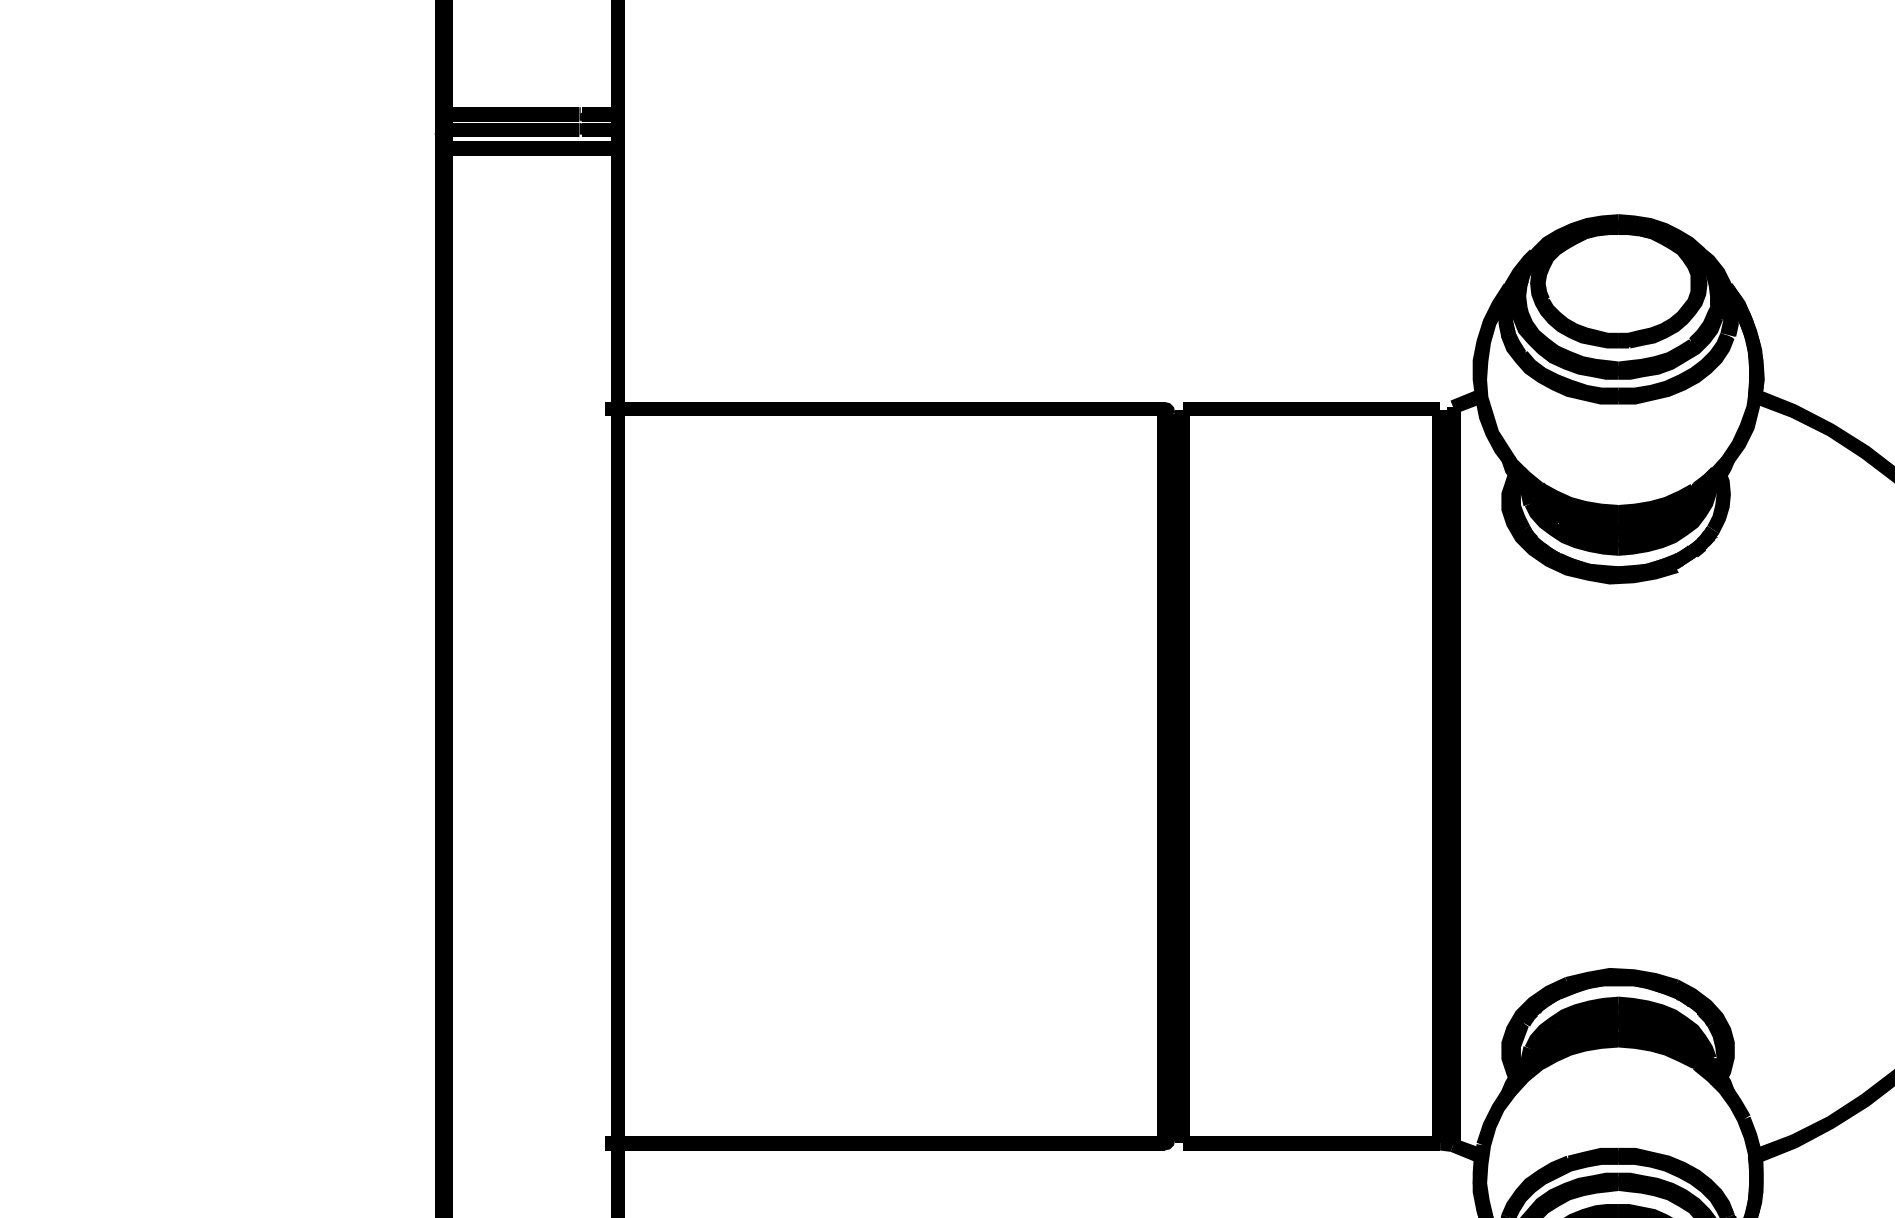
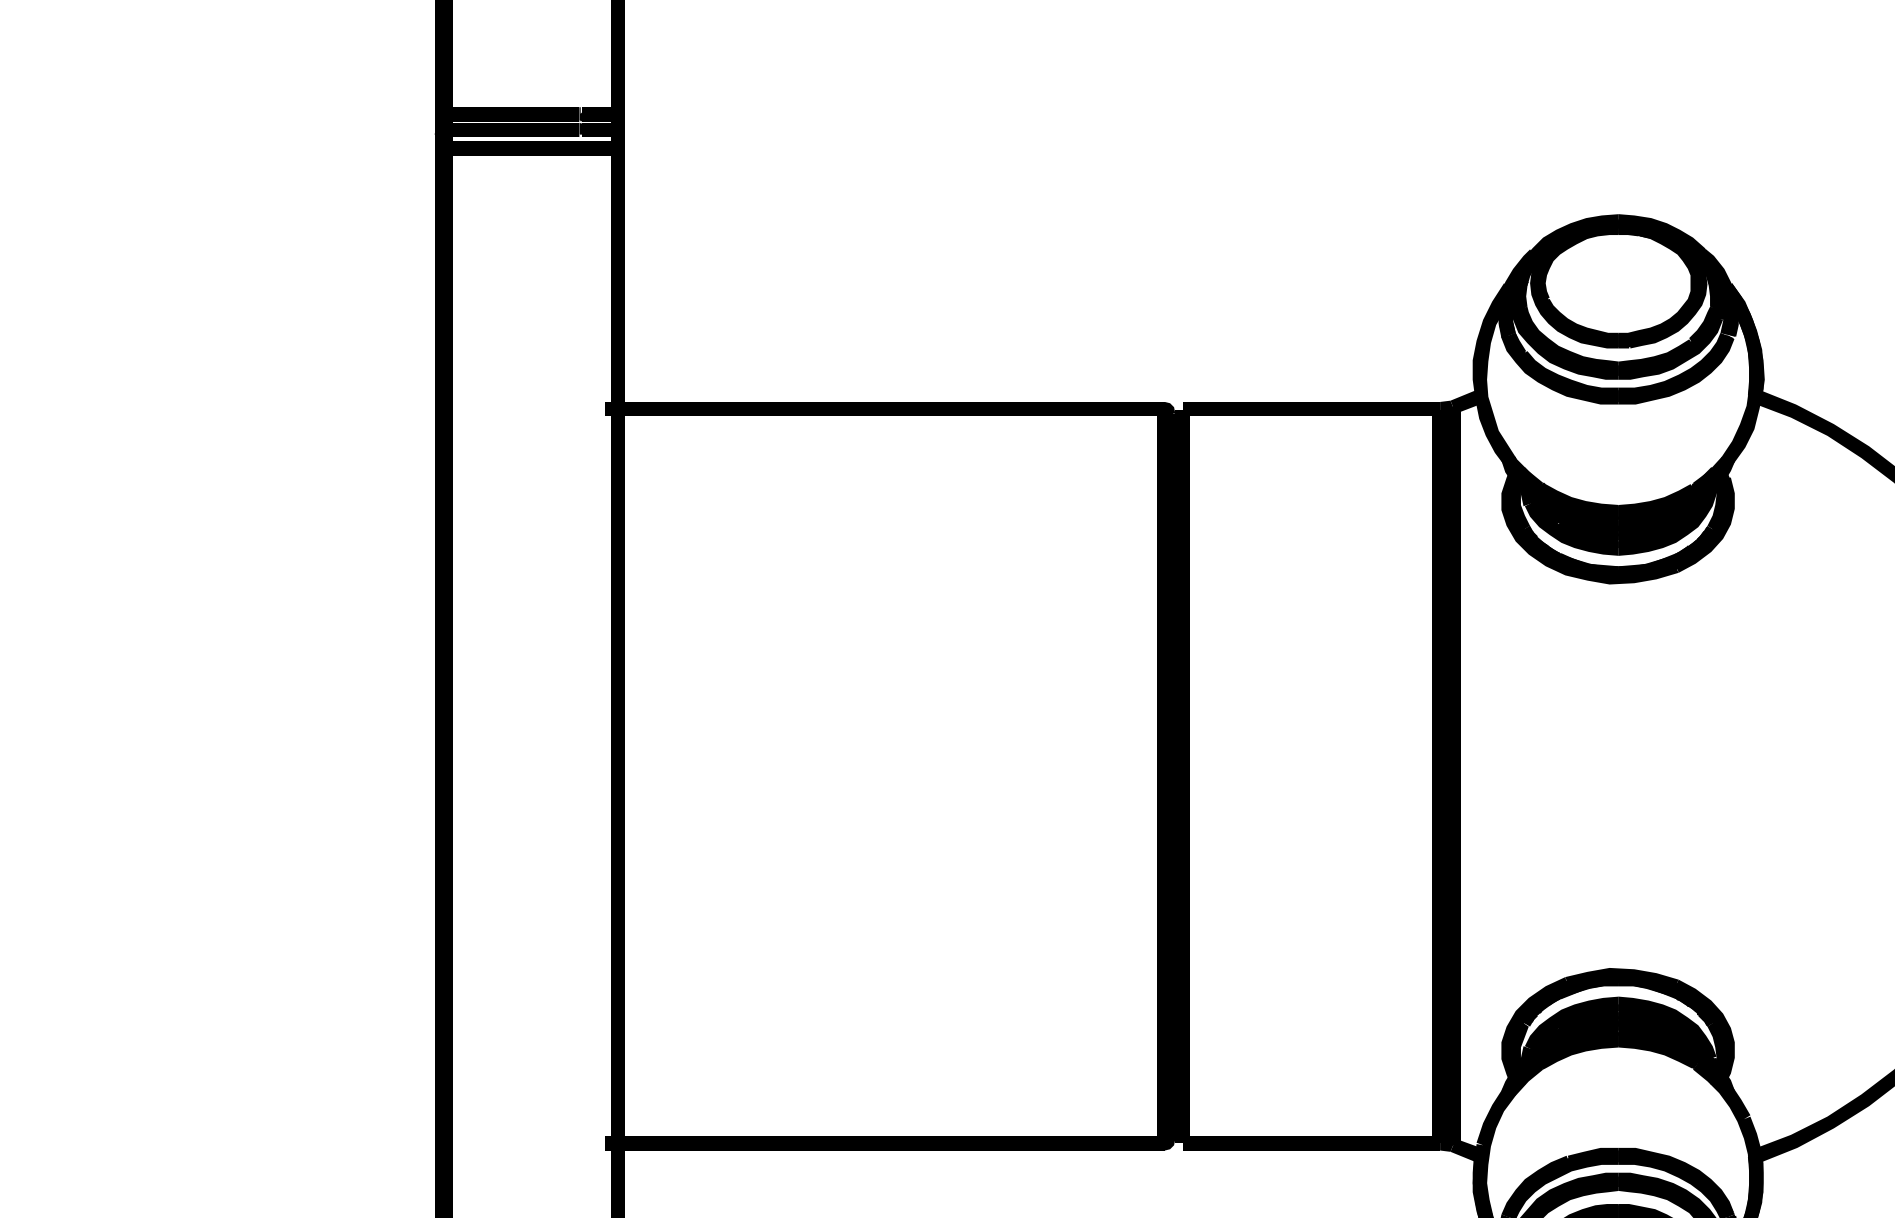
fill at (1447, 408): none -> present
fill at (1703, 521): none -> present
